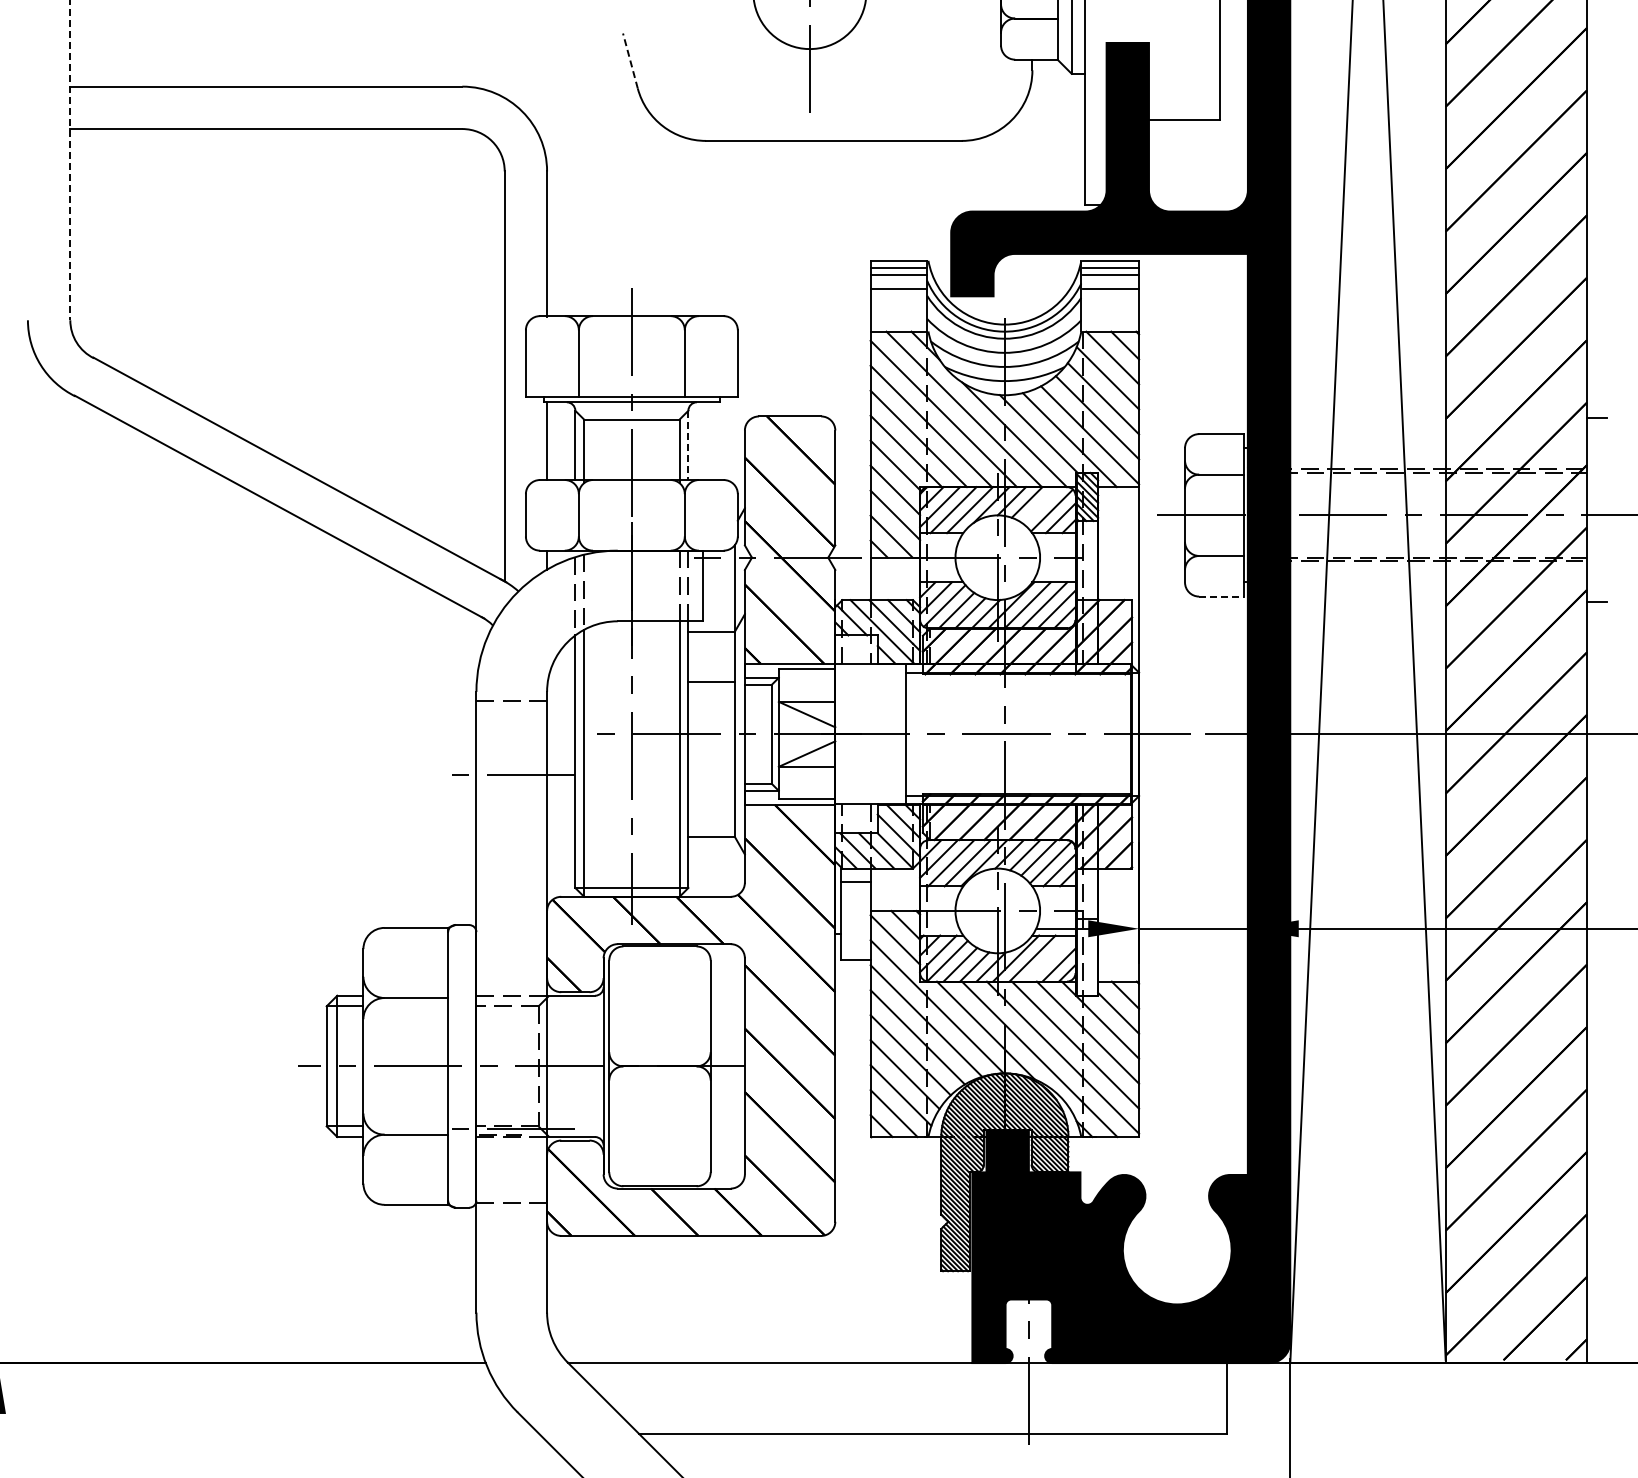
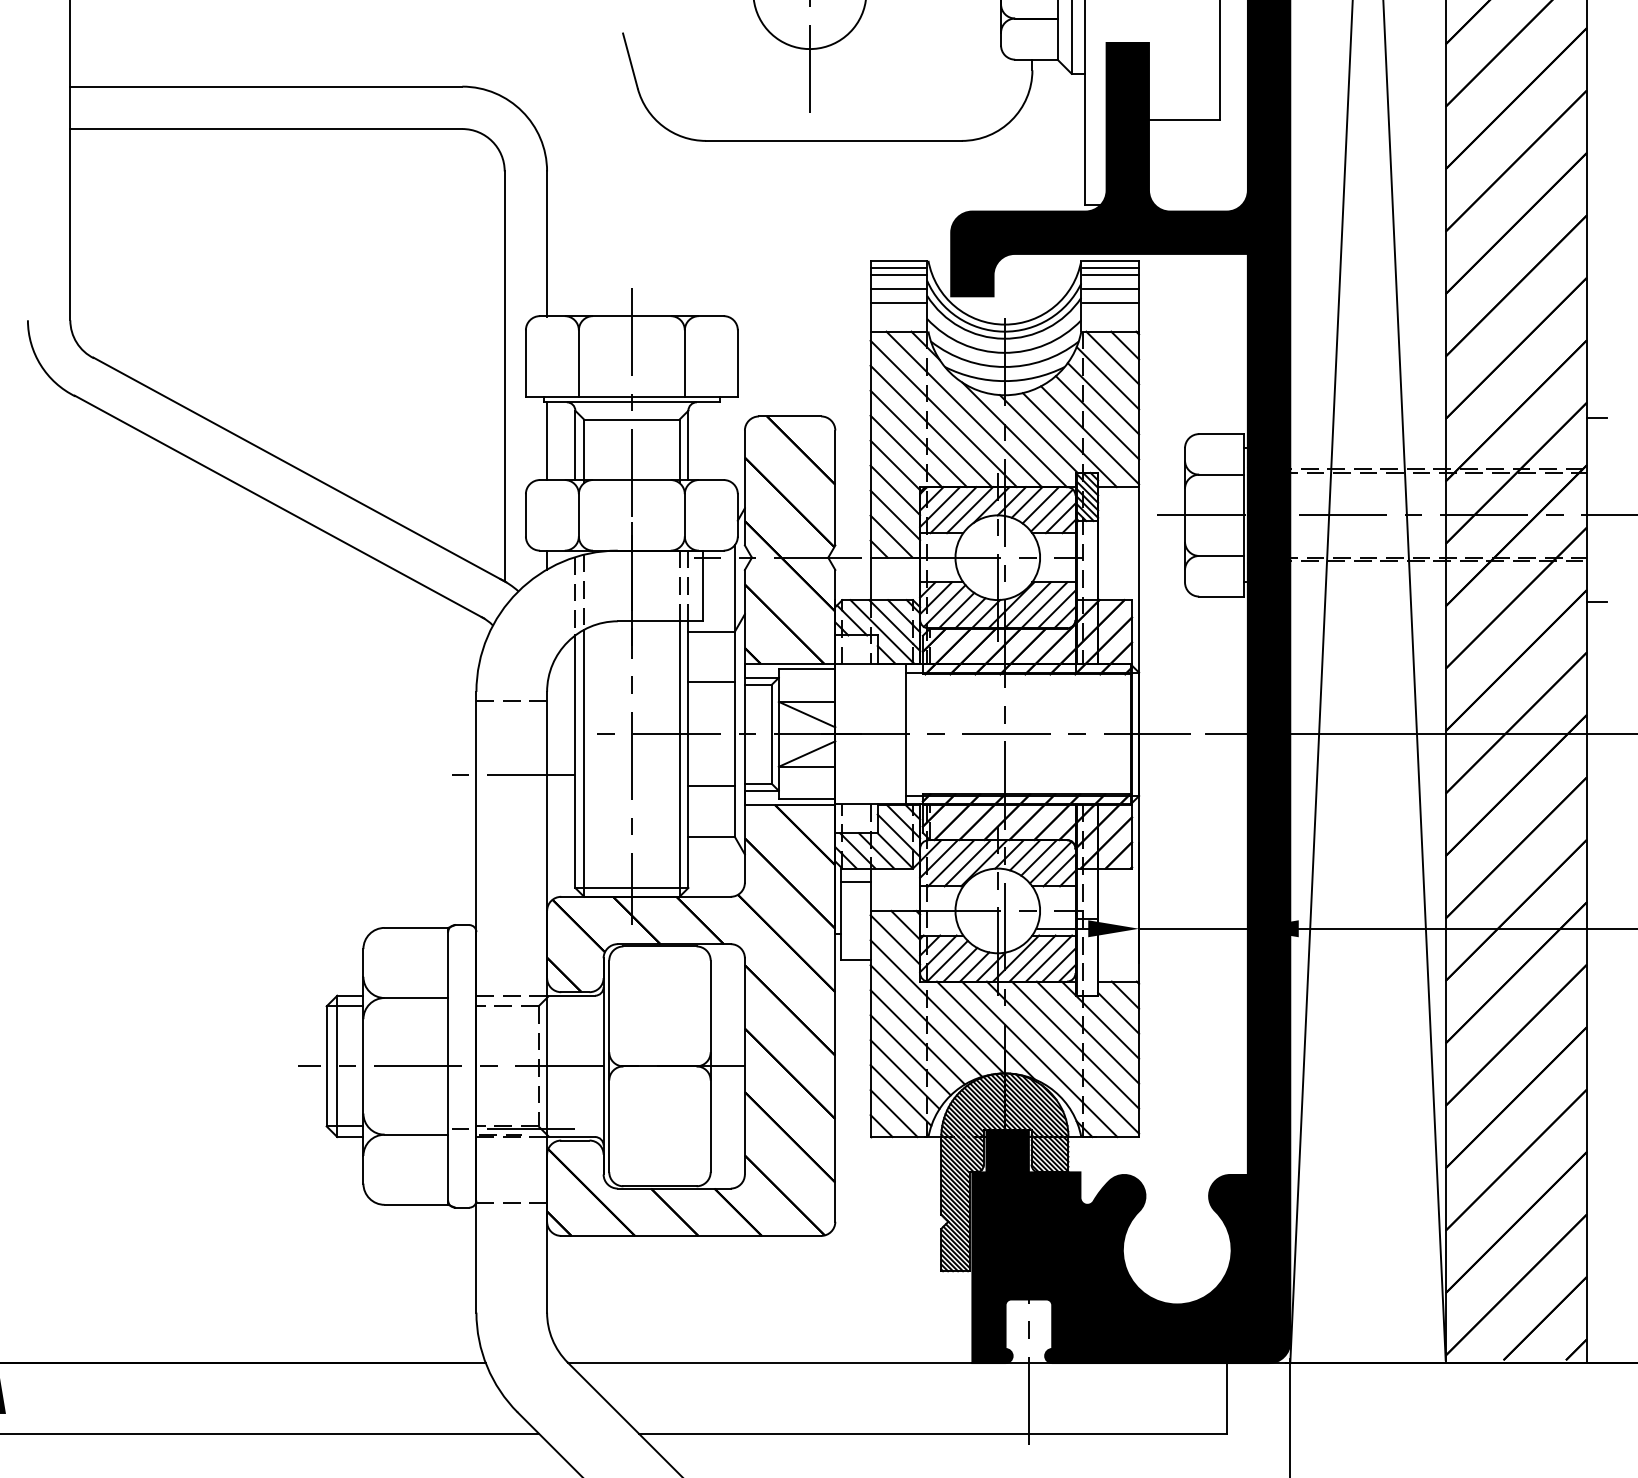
line at (630, 60): dashed -> solid
line at (70, 160): dashed -> solid
line at (898, 303): none -> present
line at (1110, 303): none -> present
line at (688, 445): dashed -> solid
line at (1040, 505): none -> present
line at (1221, 596): dashed -> solid
line at (711, 786): none -> present
line at (1049, 958): none -> present
line at (270, 1433): none -> present
